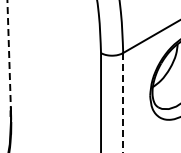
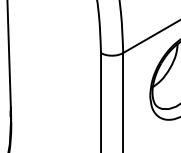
line at (9, 56): dashed -> solid
line at (123, 102): dashed -> solid
